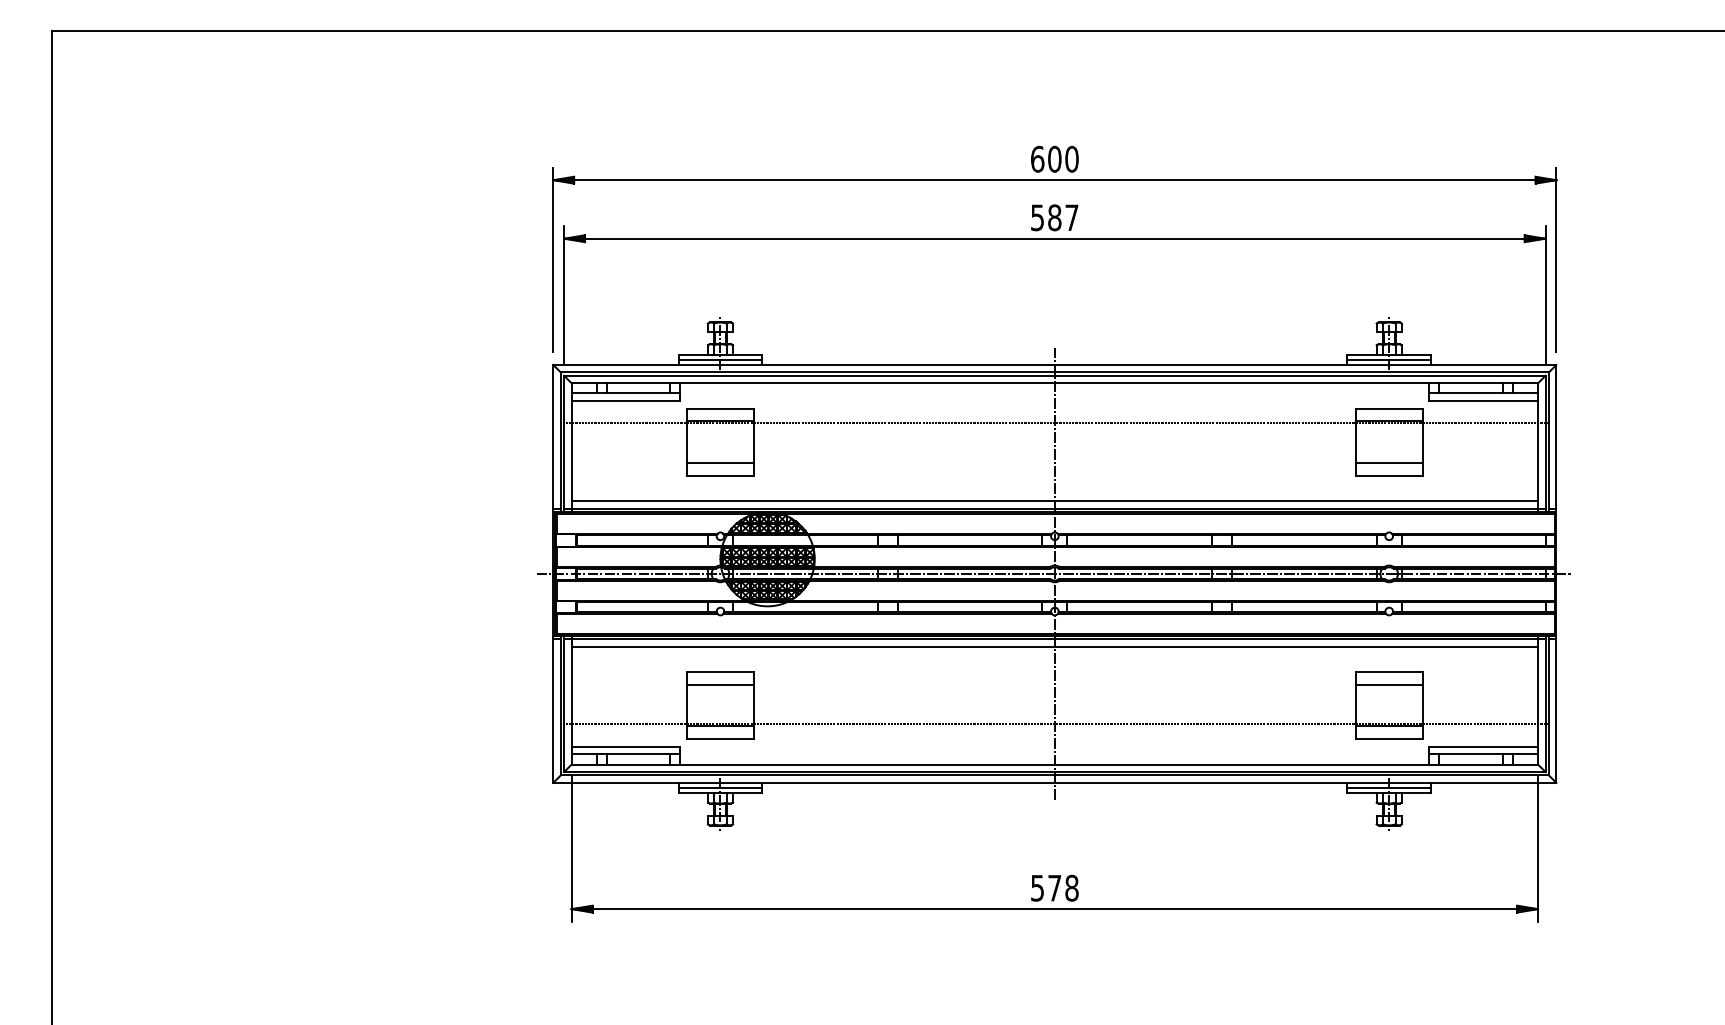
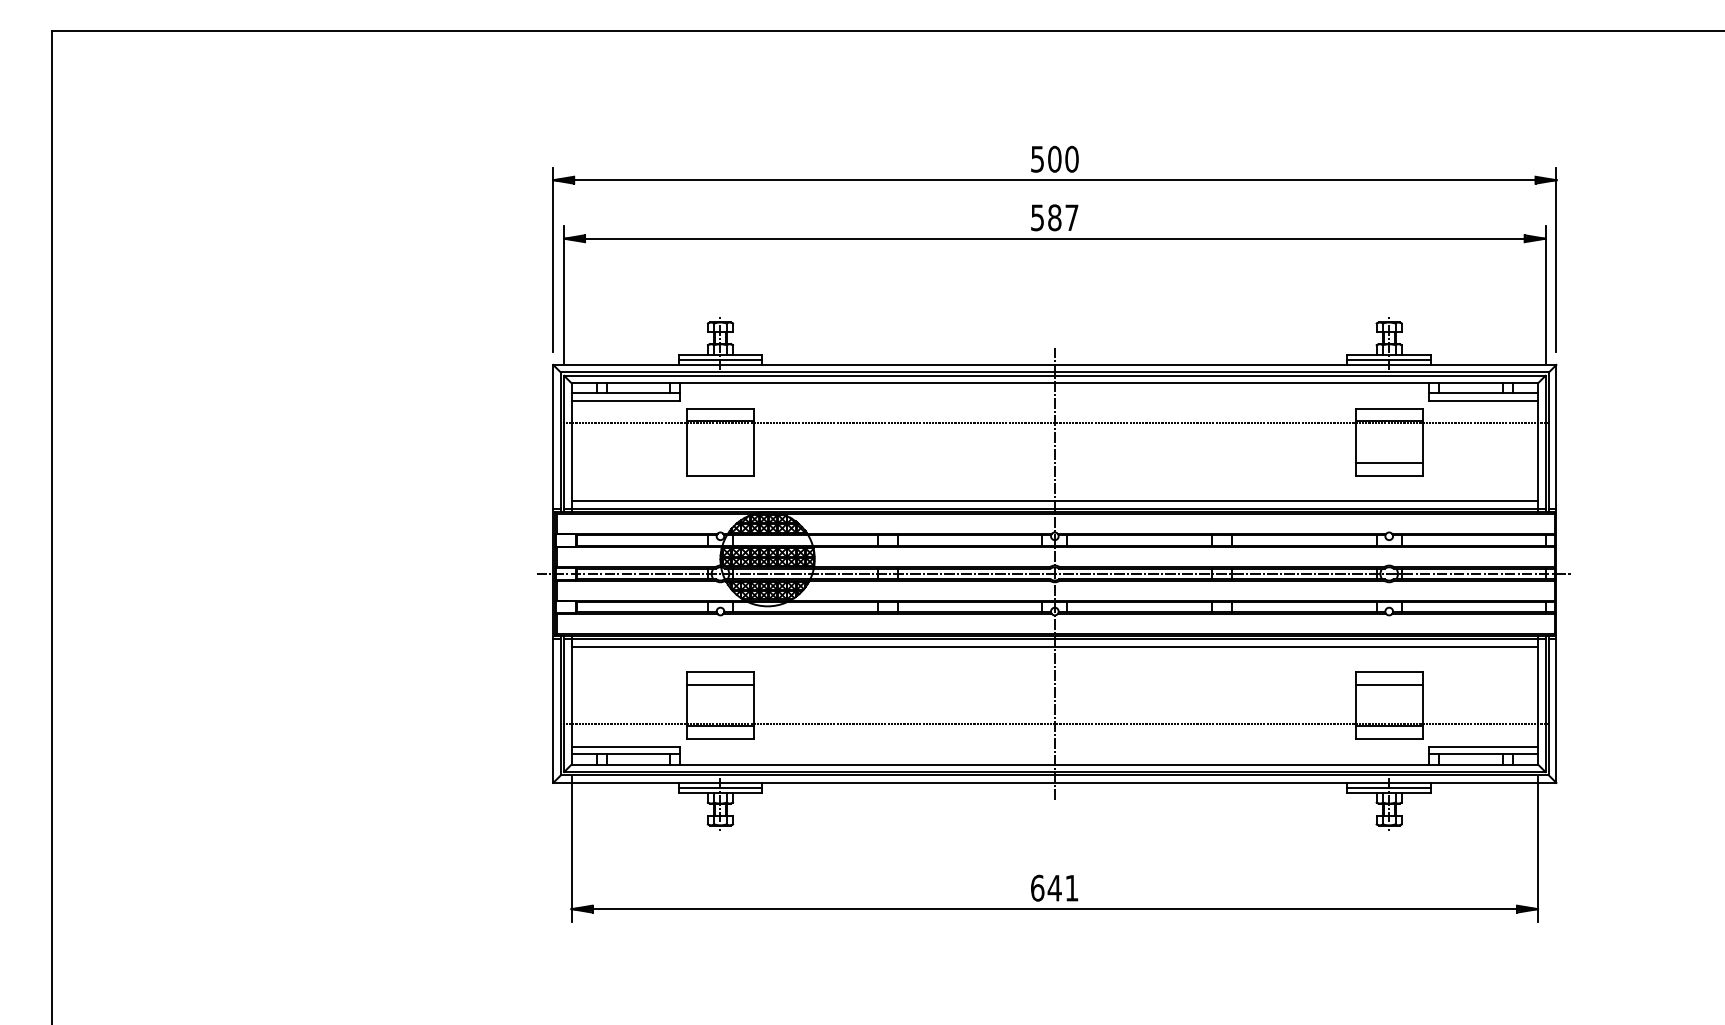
text at (1037, 158): 600 -> 500
line at (720, 463): present -> none
text at (1054, 887): 578 -> 641
